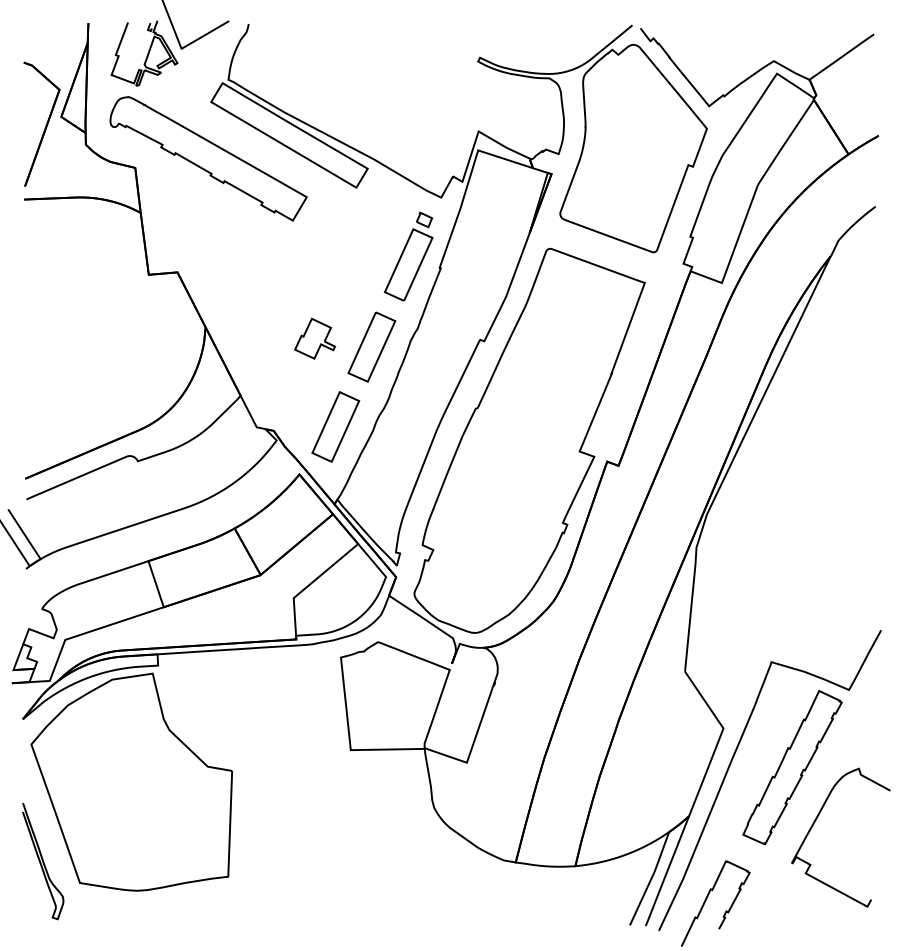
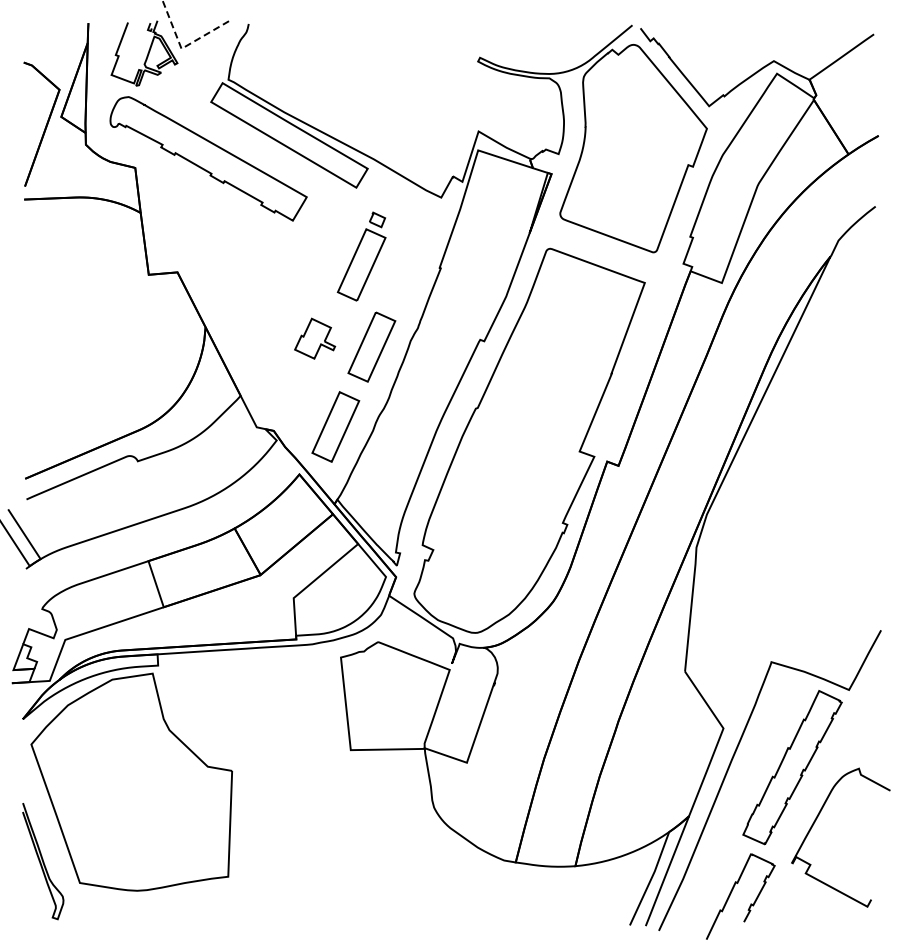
line at (182, 48): solid -> dashed
part at (408, 256) position: (408, 256) -> (361, 256)
curve at (707, 898) position: (707, 898) -> (732, 891)
